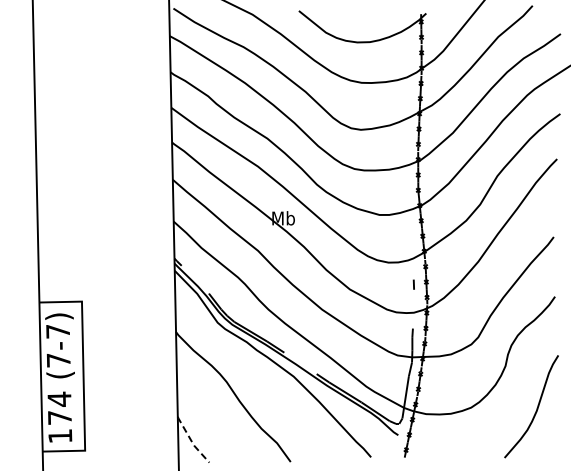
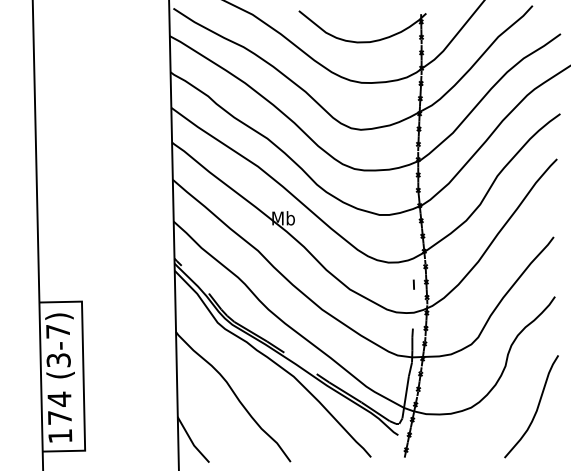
text at (58, 360): (7-7) -> (3-7)
line at (191, 441): dashed -> solid
